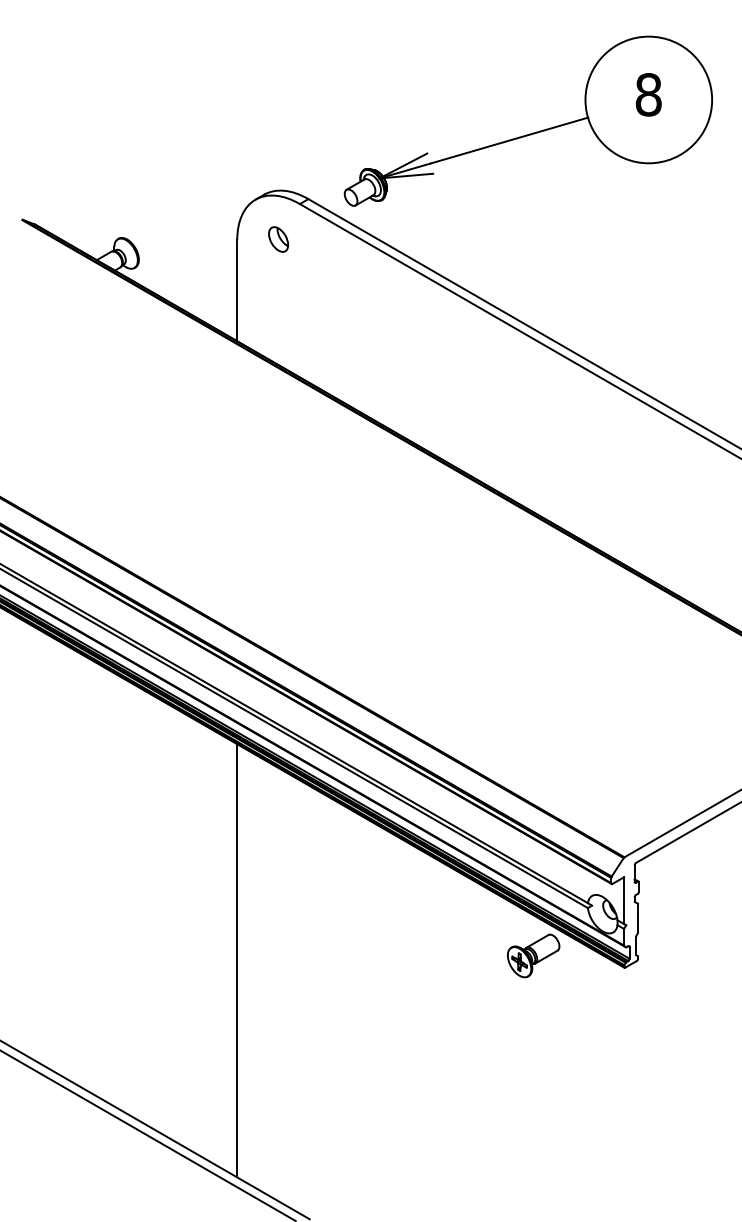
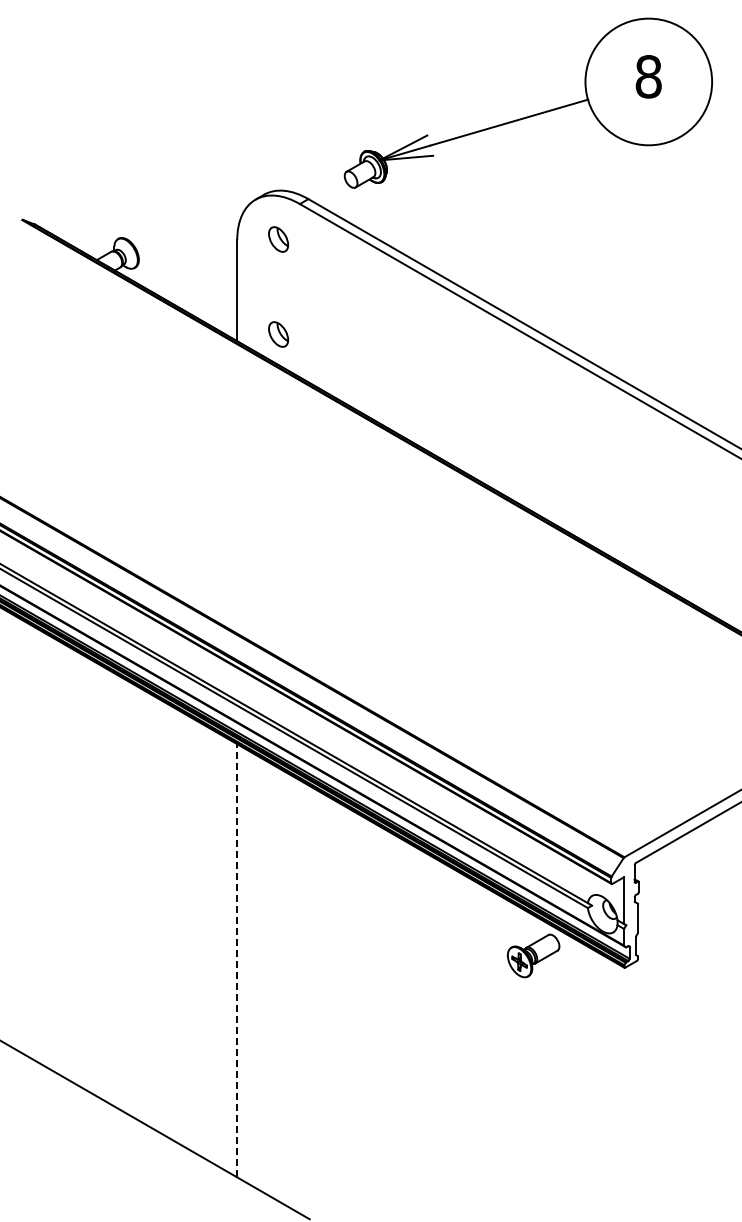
part at (532, 132) position: (532, 132) -> (532, 114)
part at (278, 334): none -> present
line at (237, 960): solid -> dashed
line at (146, 1134): present -> none
